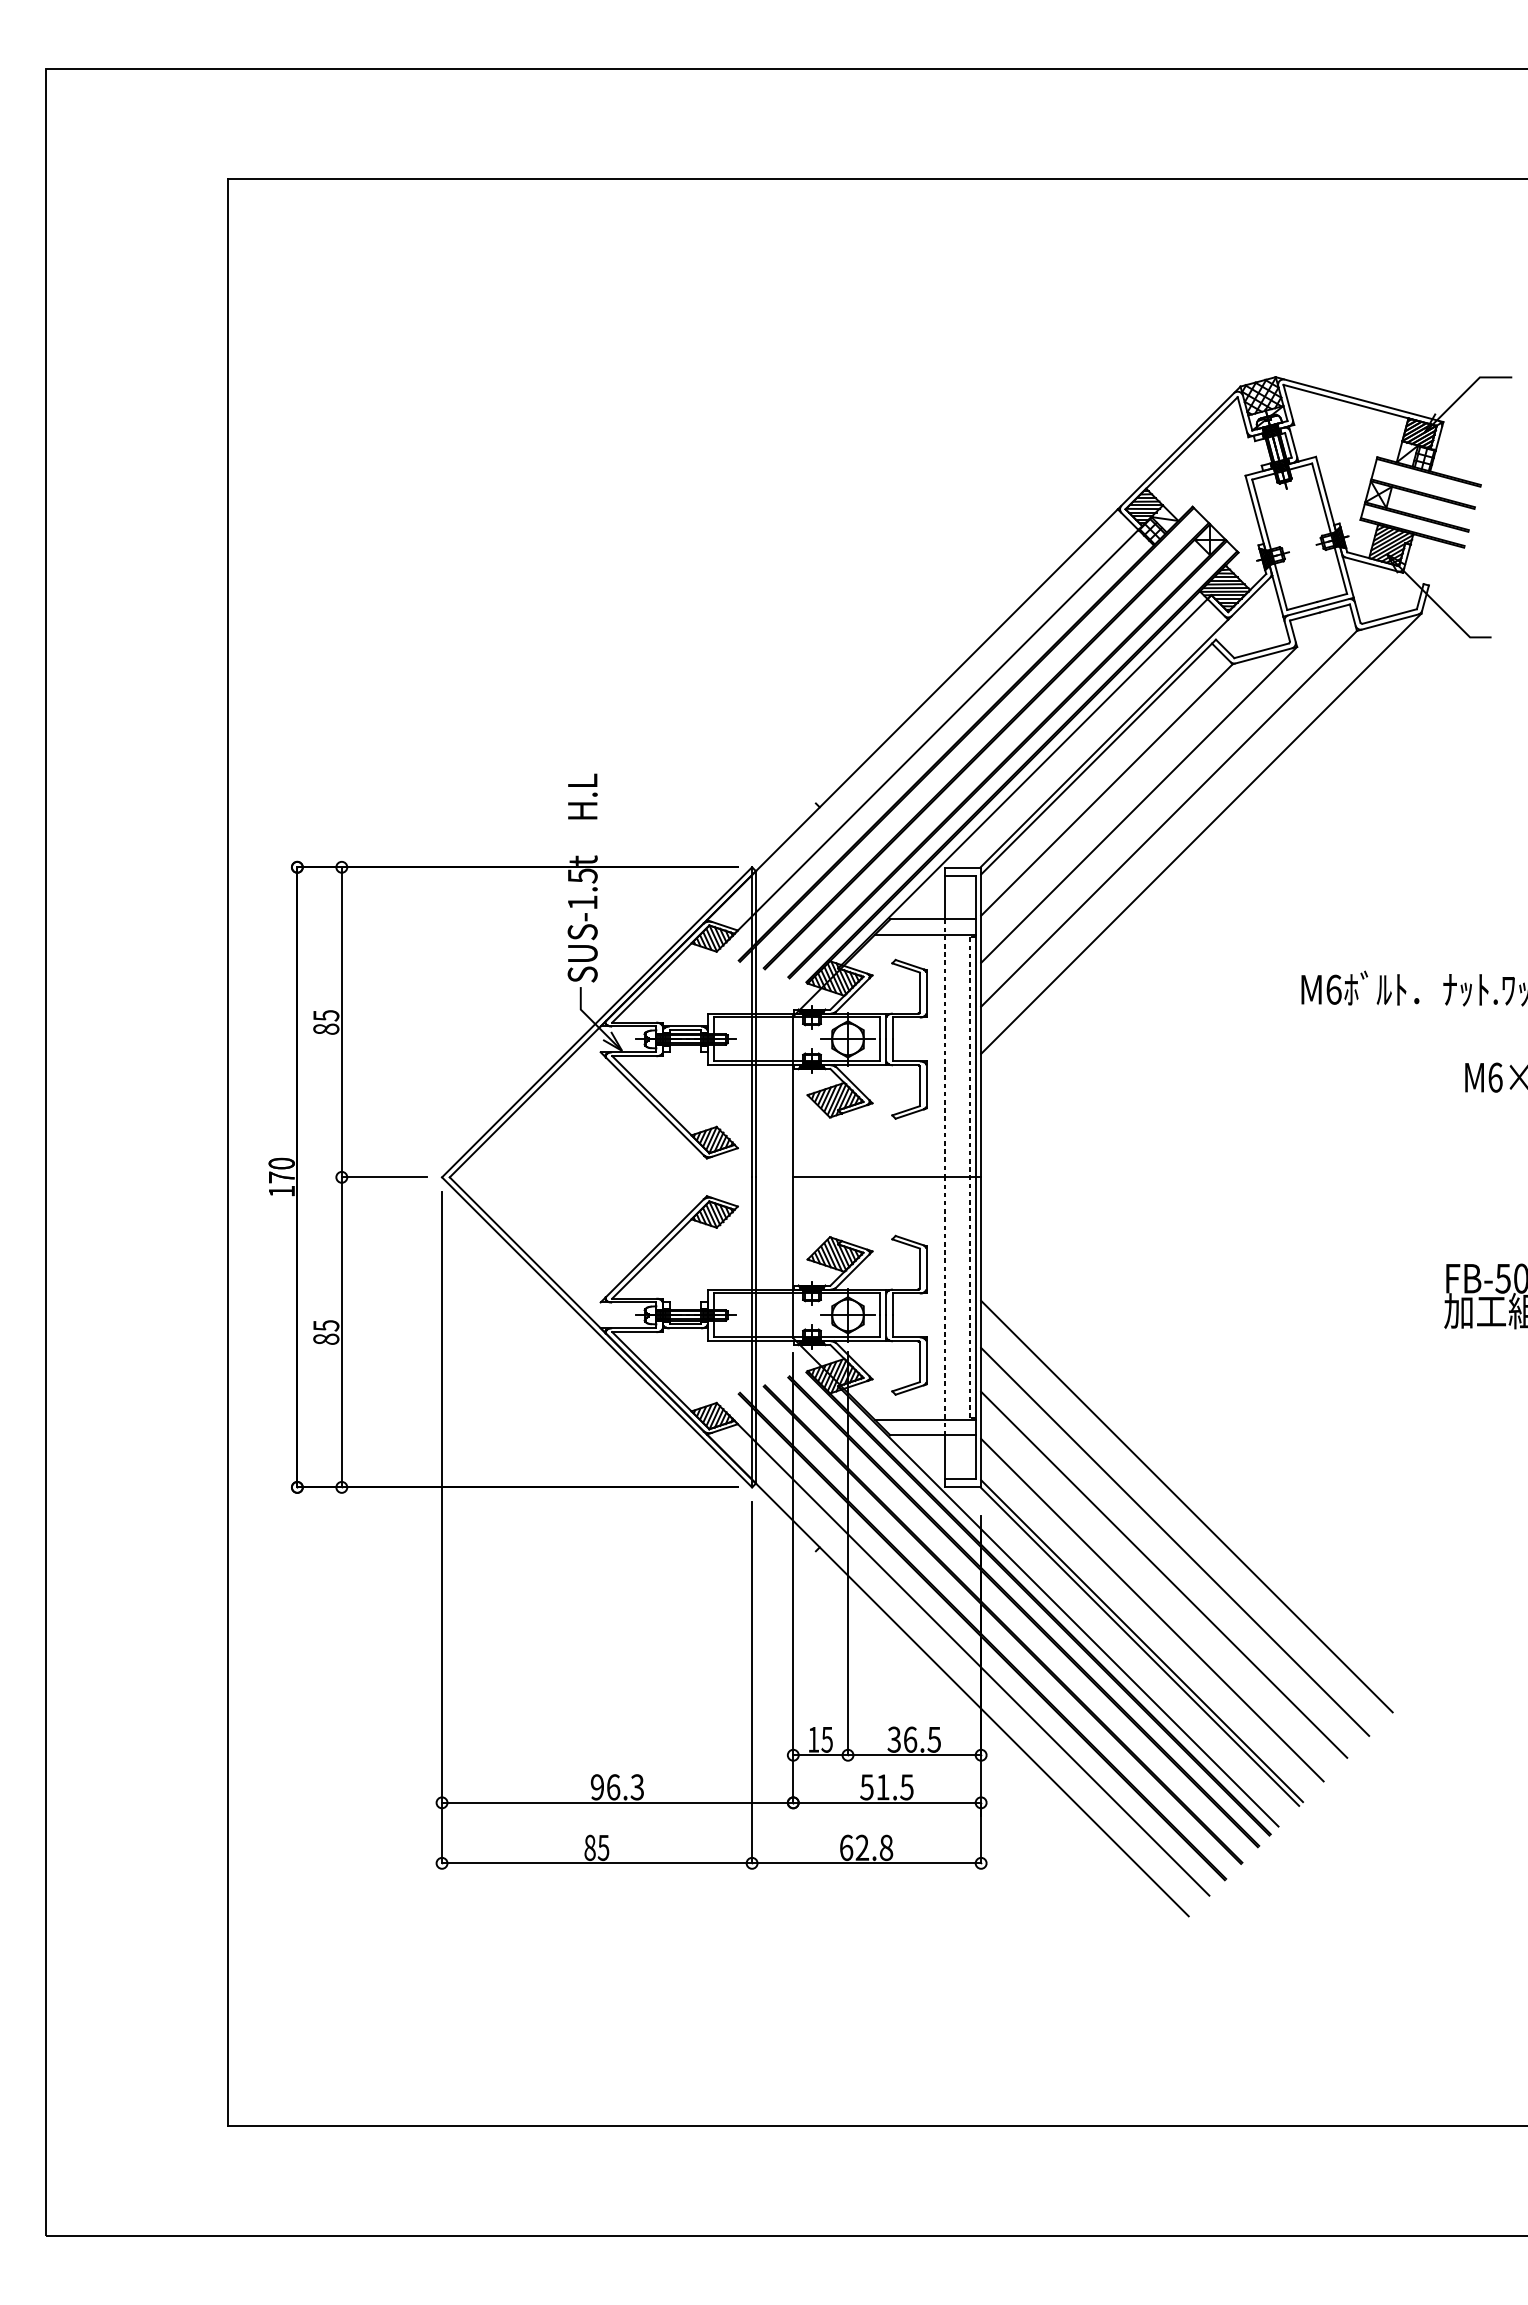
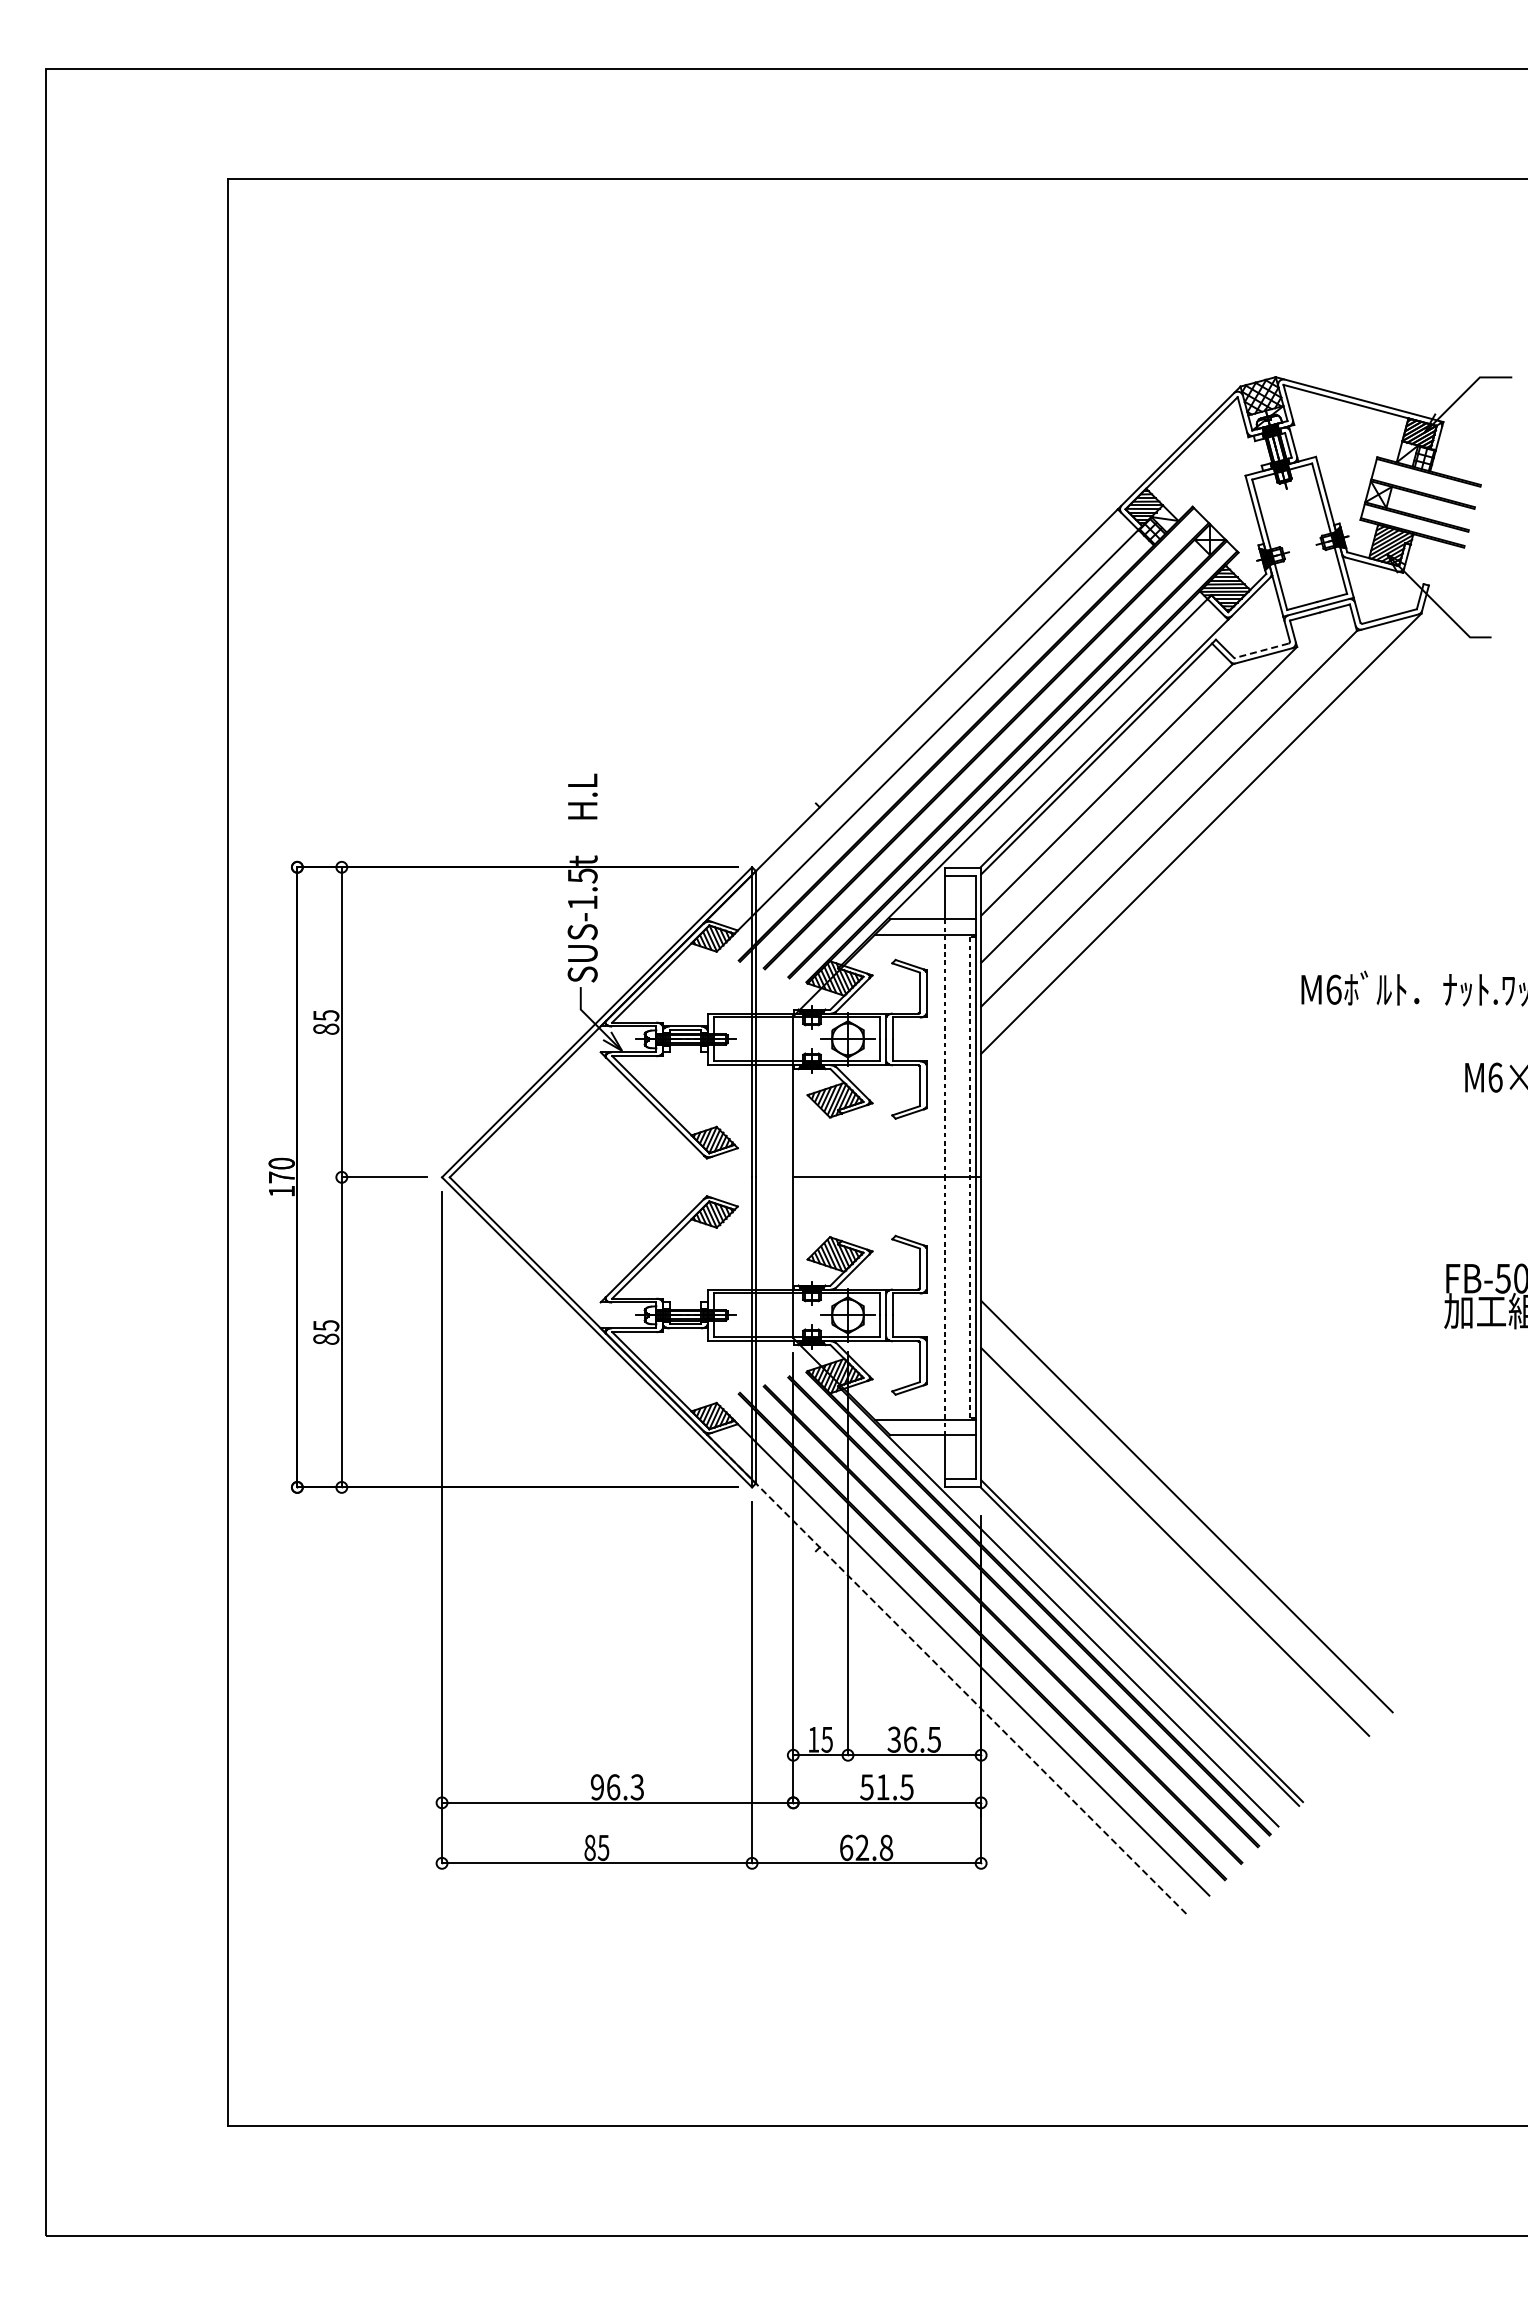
line at (1261, 650): solid -> dashed
line at (1164, 1574): present -> none
line at (1152, 1609): present -> none
line at (947, 1675): solid -> dashed
